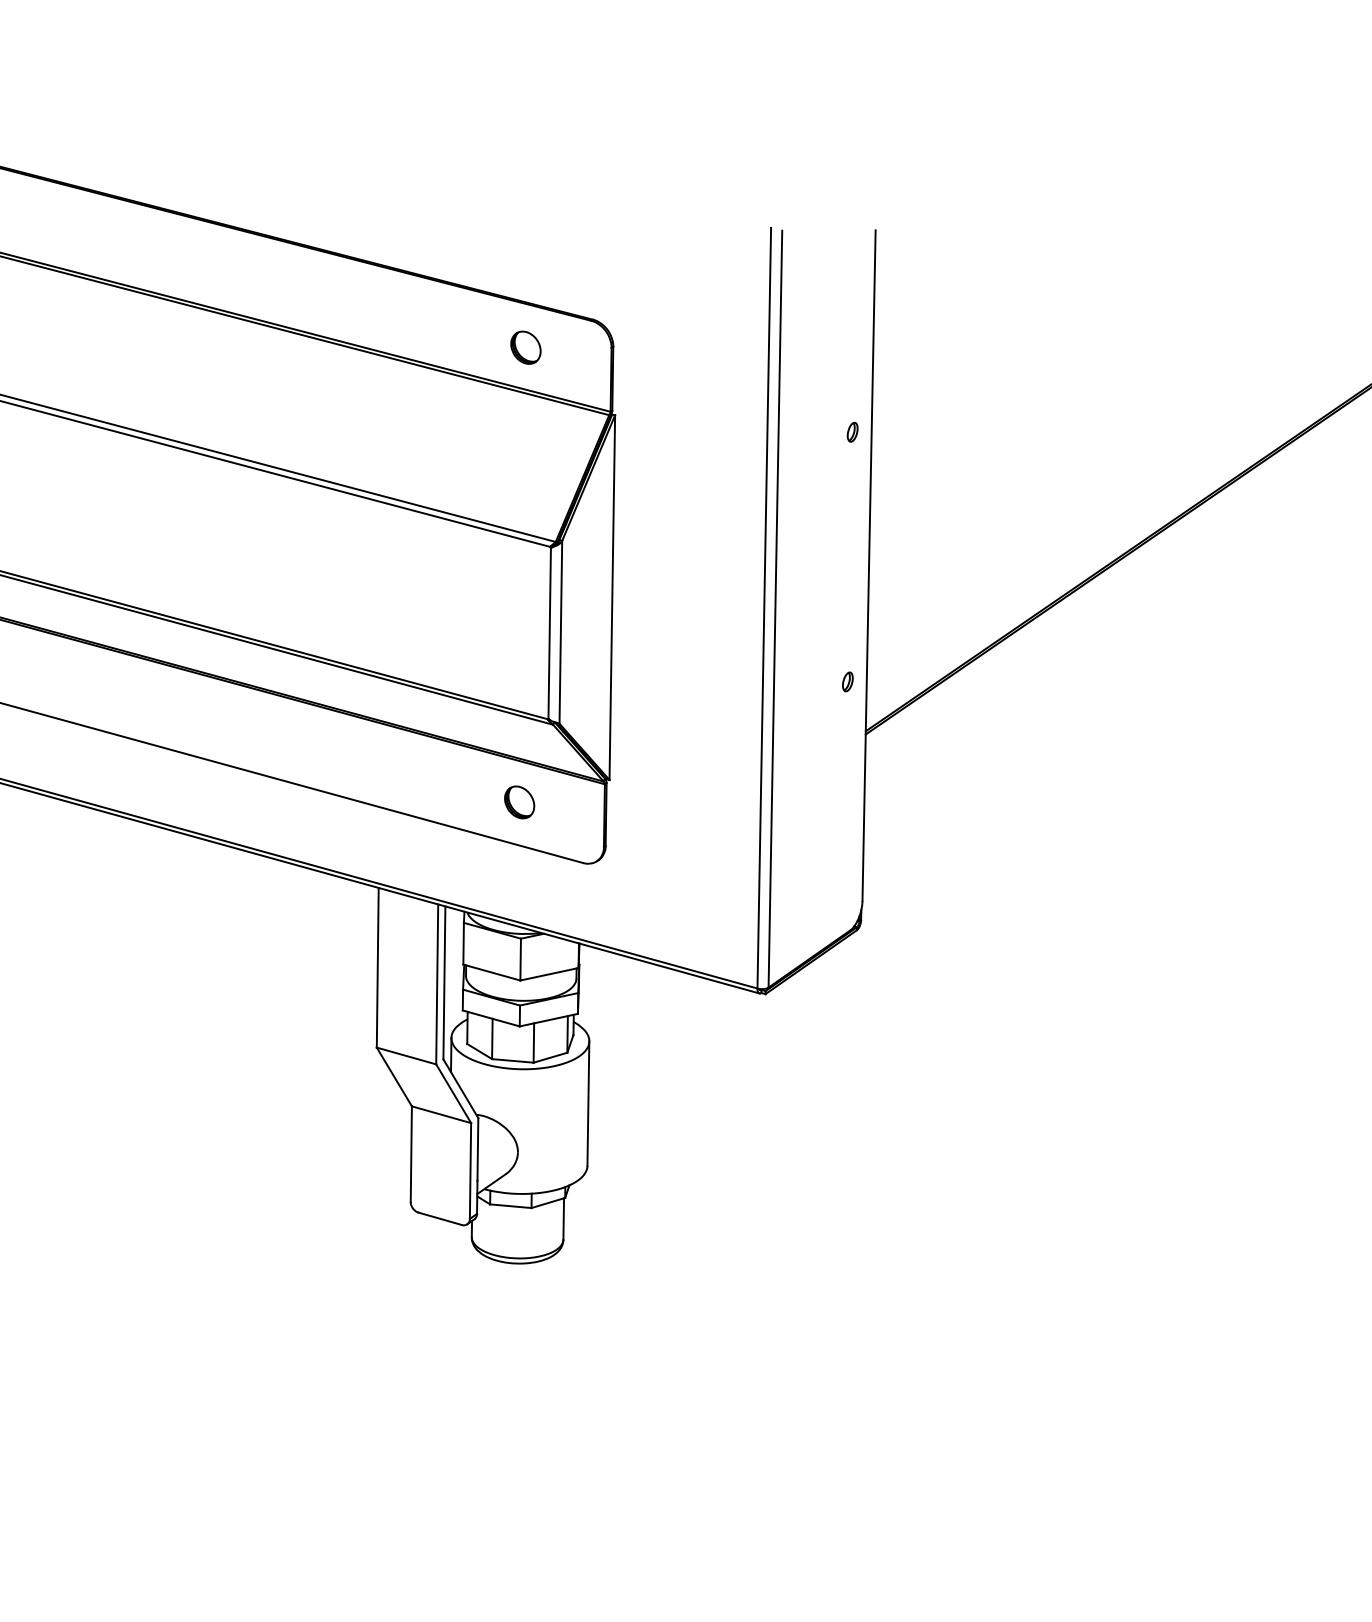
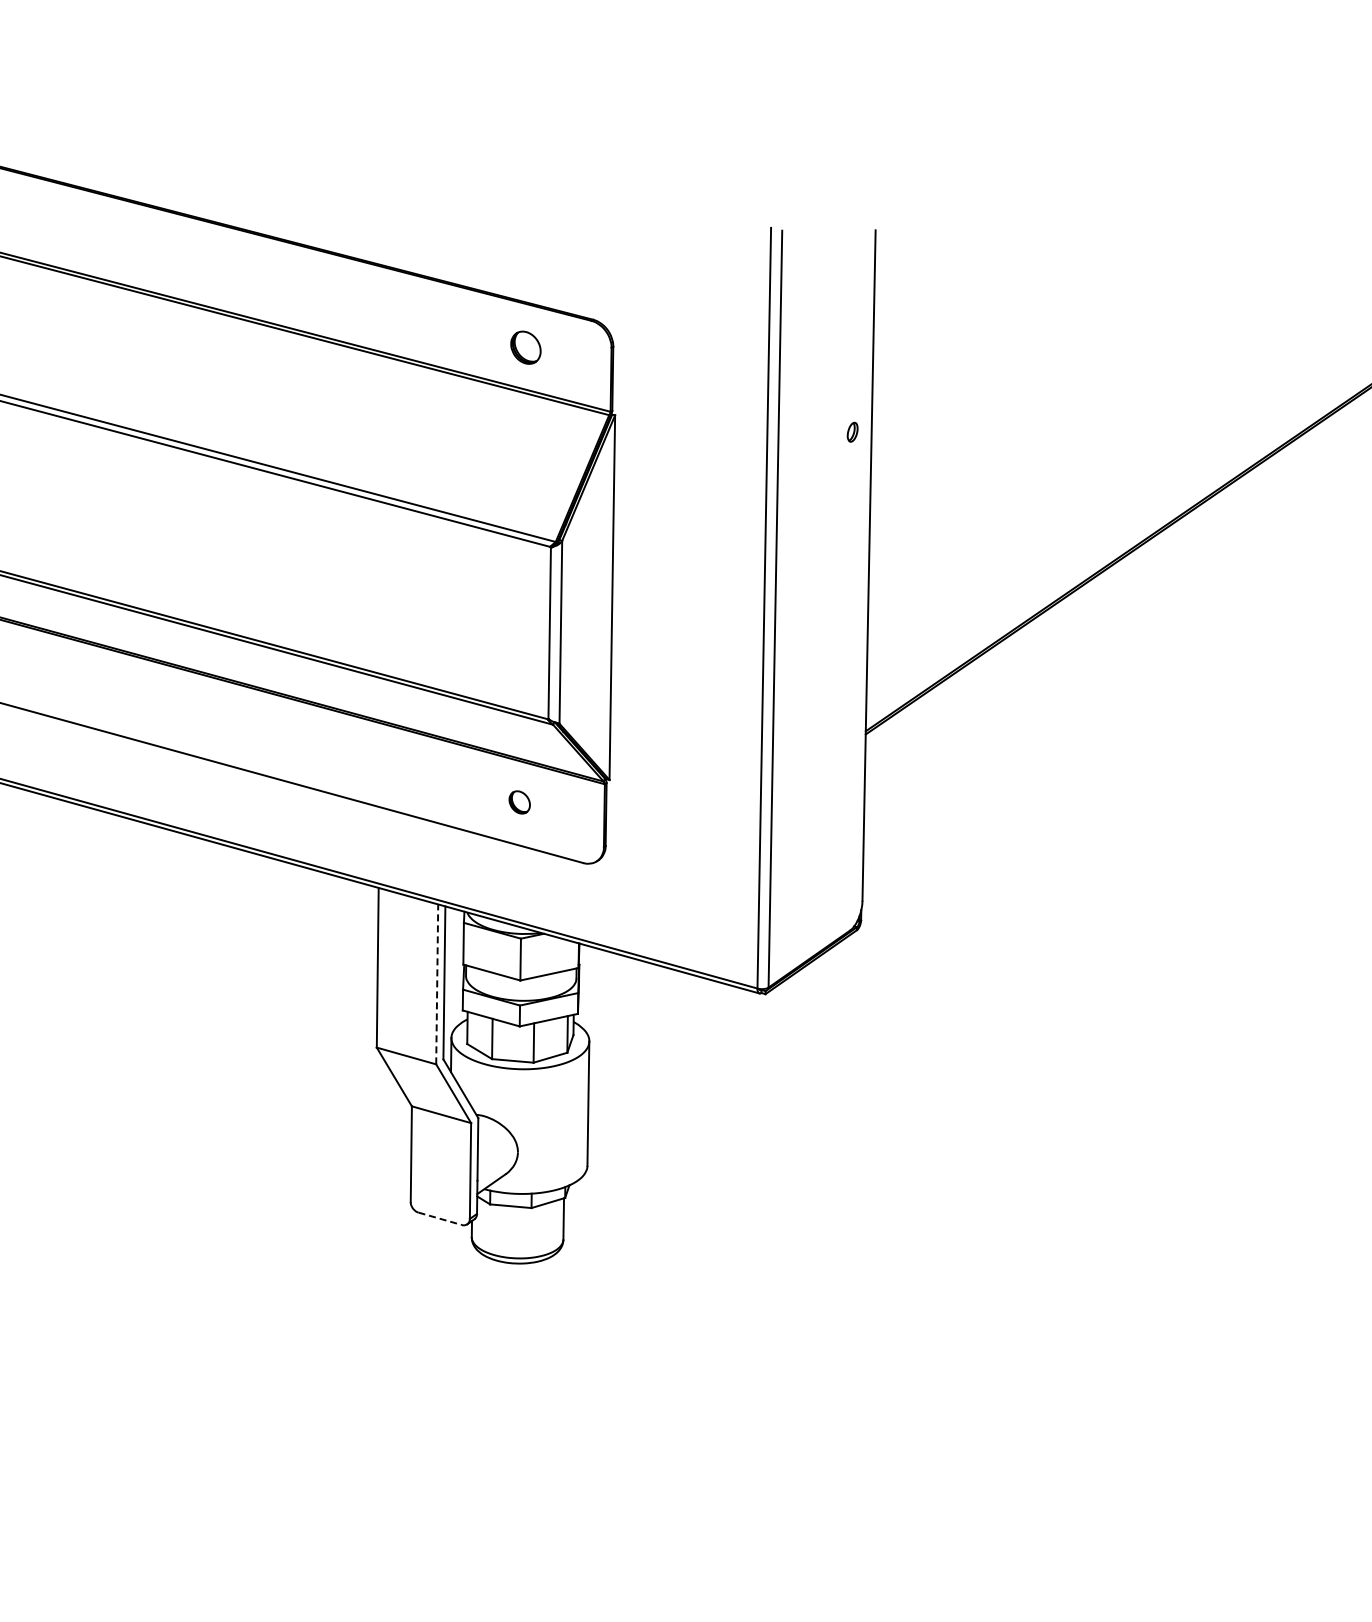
part at (847, 681): present -> none
part at (519, 802) size: 32x35 px -> 23x25 px
line at (437, 984): solid -> dashed
line at (440, 1218): solid -> dashed
